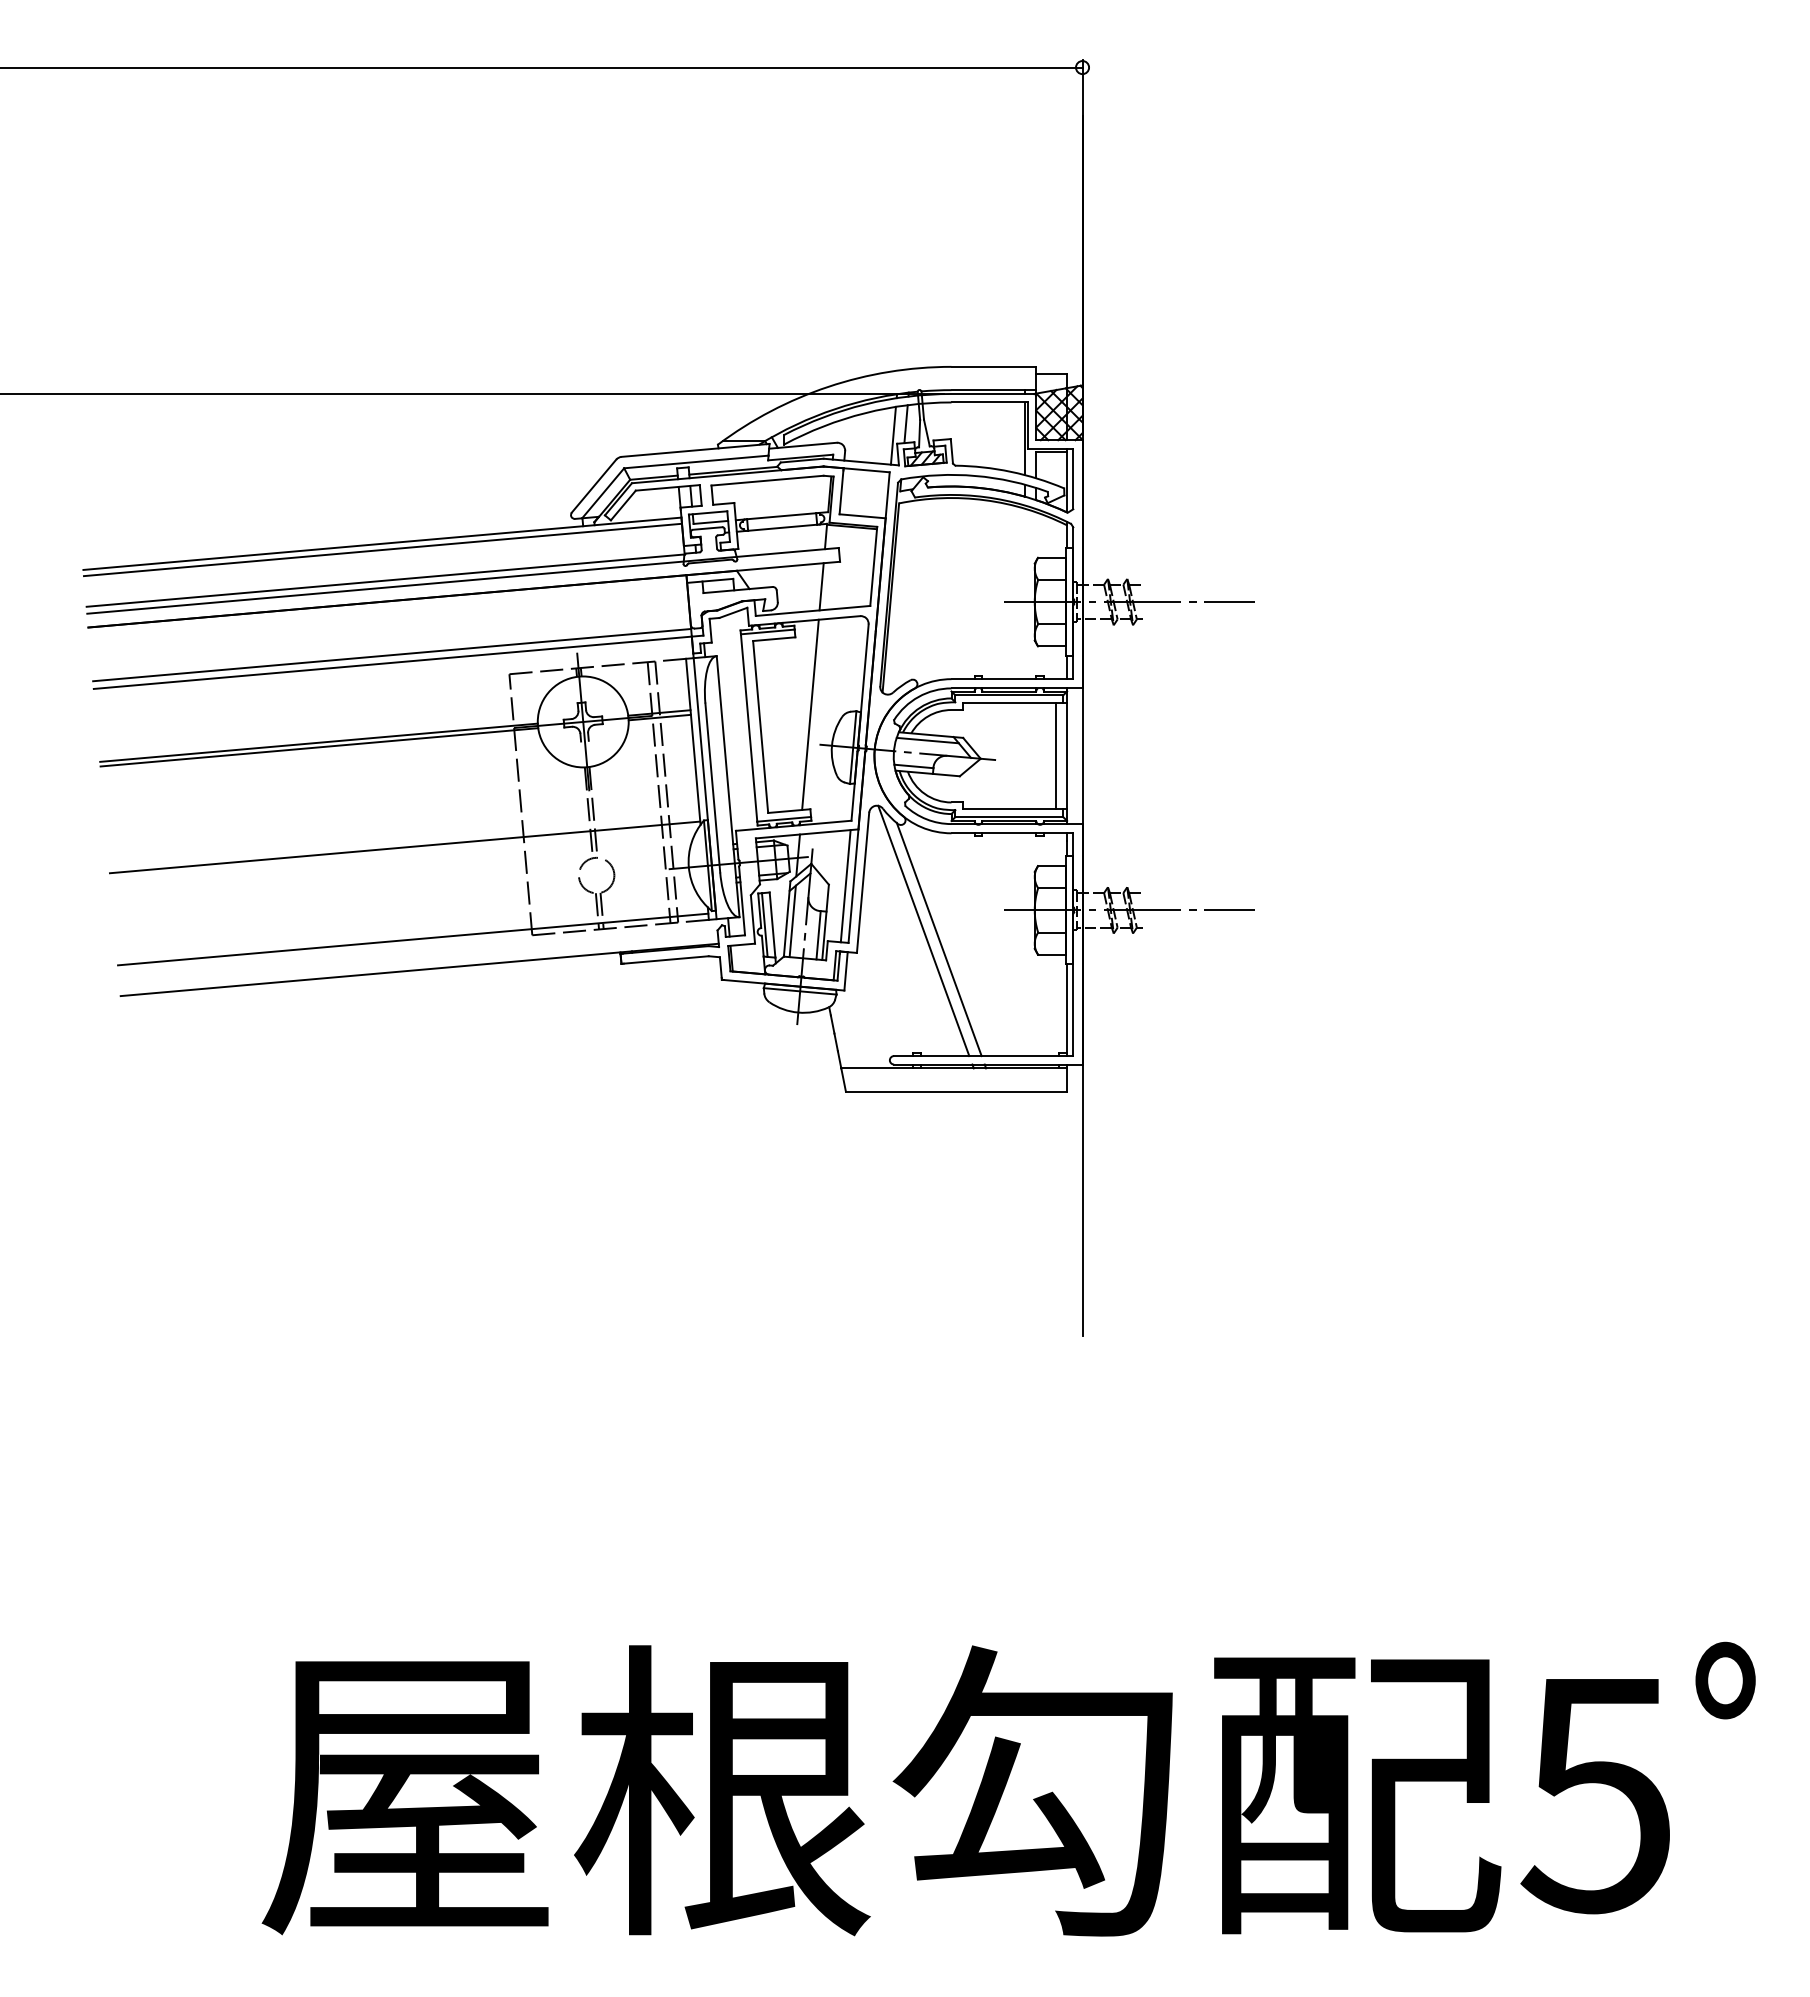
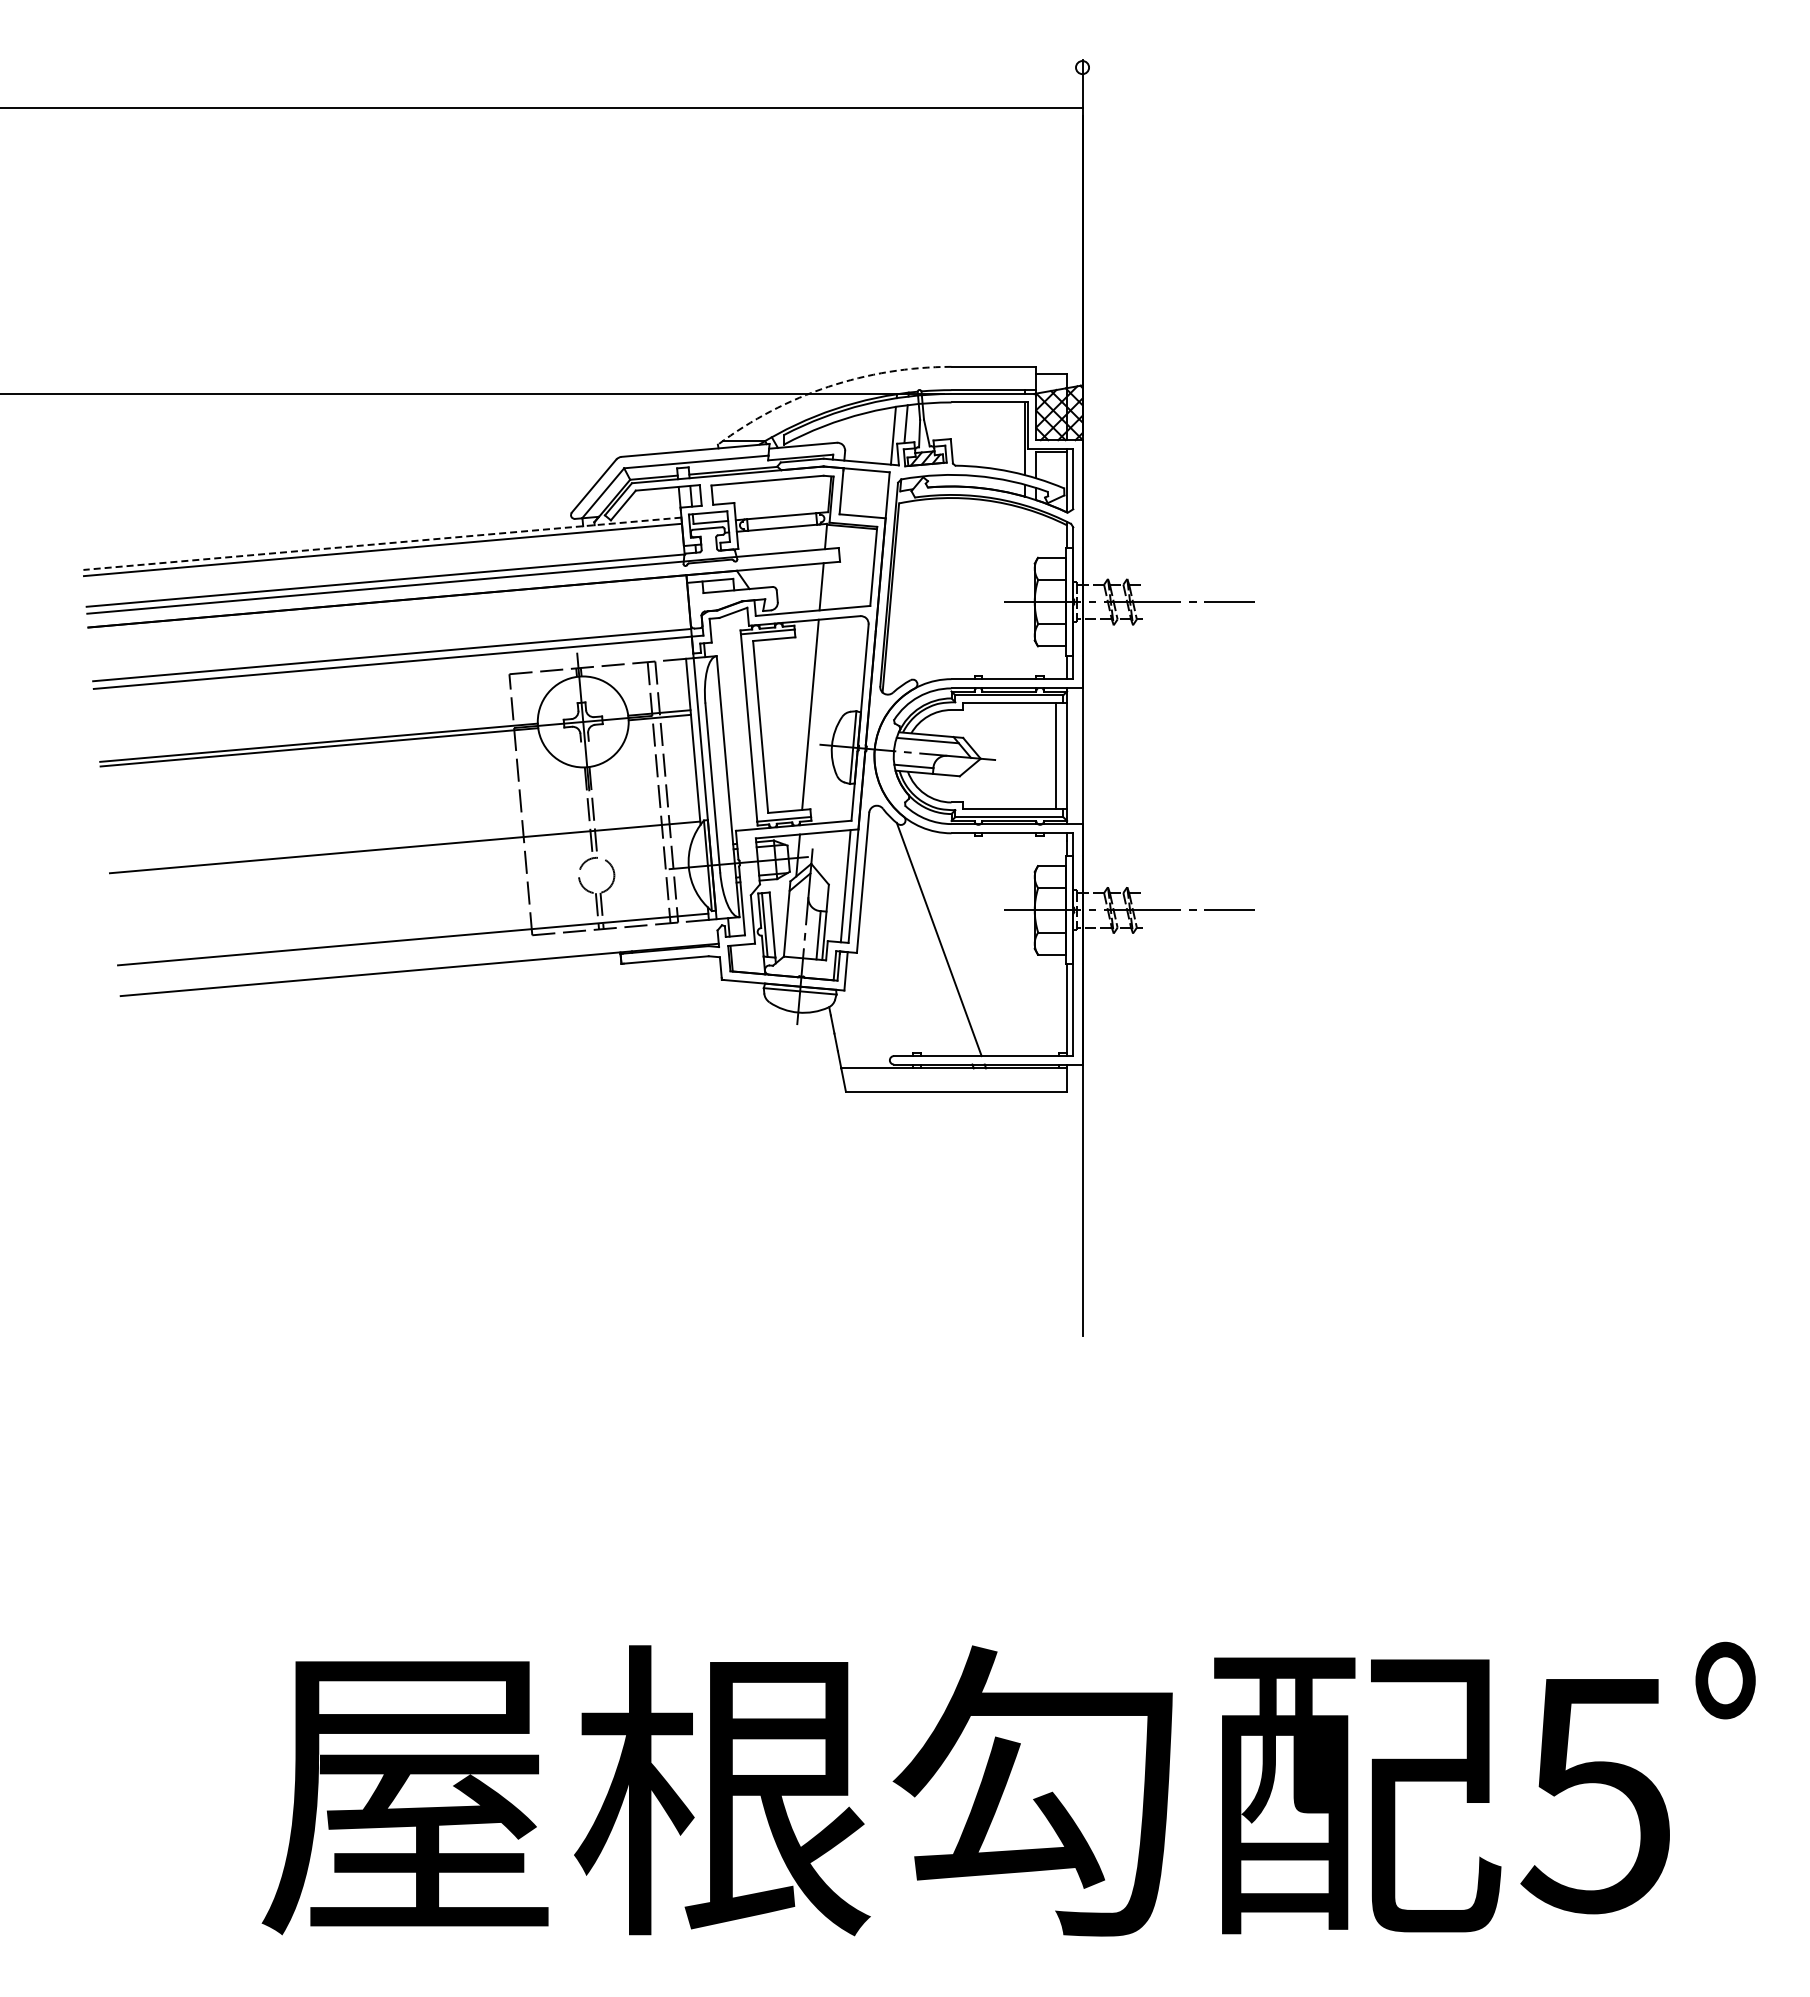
line at (542, 67) position: (542, 67) -> (542, 107)
arc at (828, 386): solid -> dashed
line at (381, 543): solid -> dashed
line at (792, 921): present -> none
line at (923, 930): present -> none
